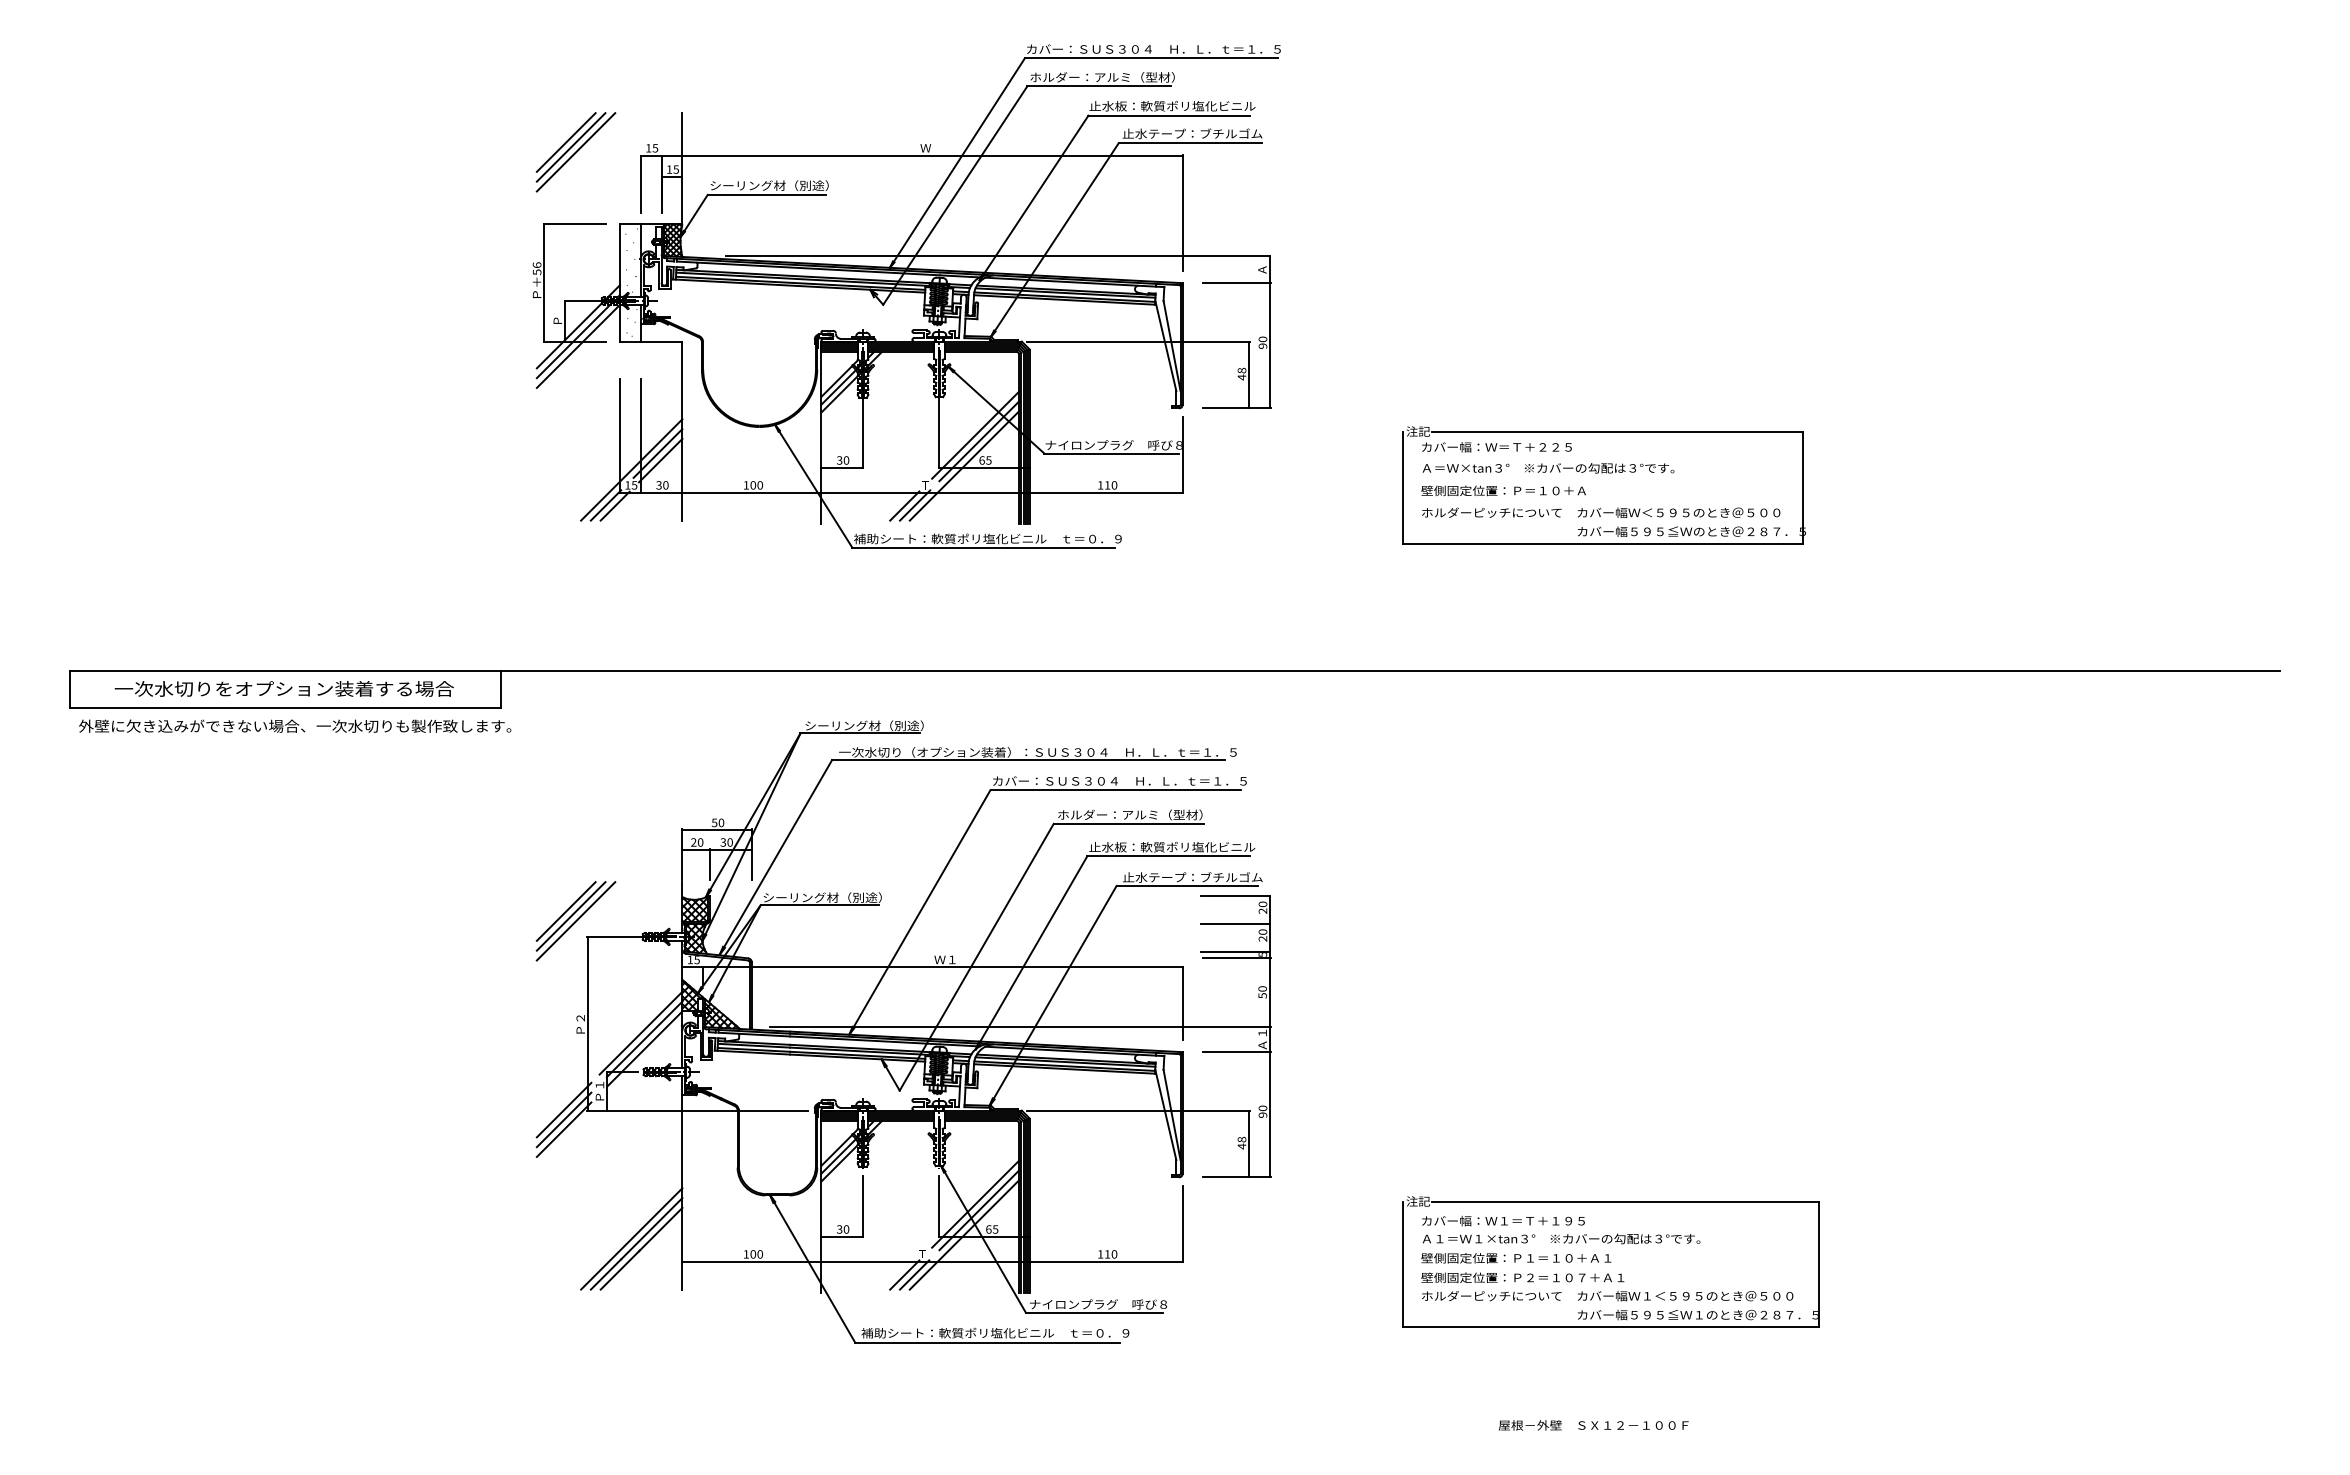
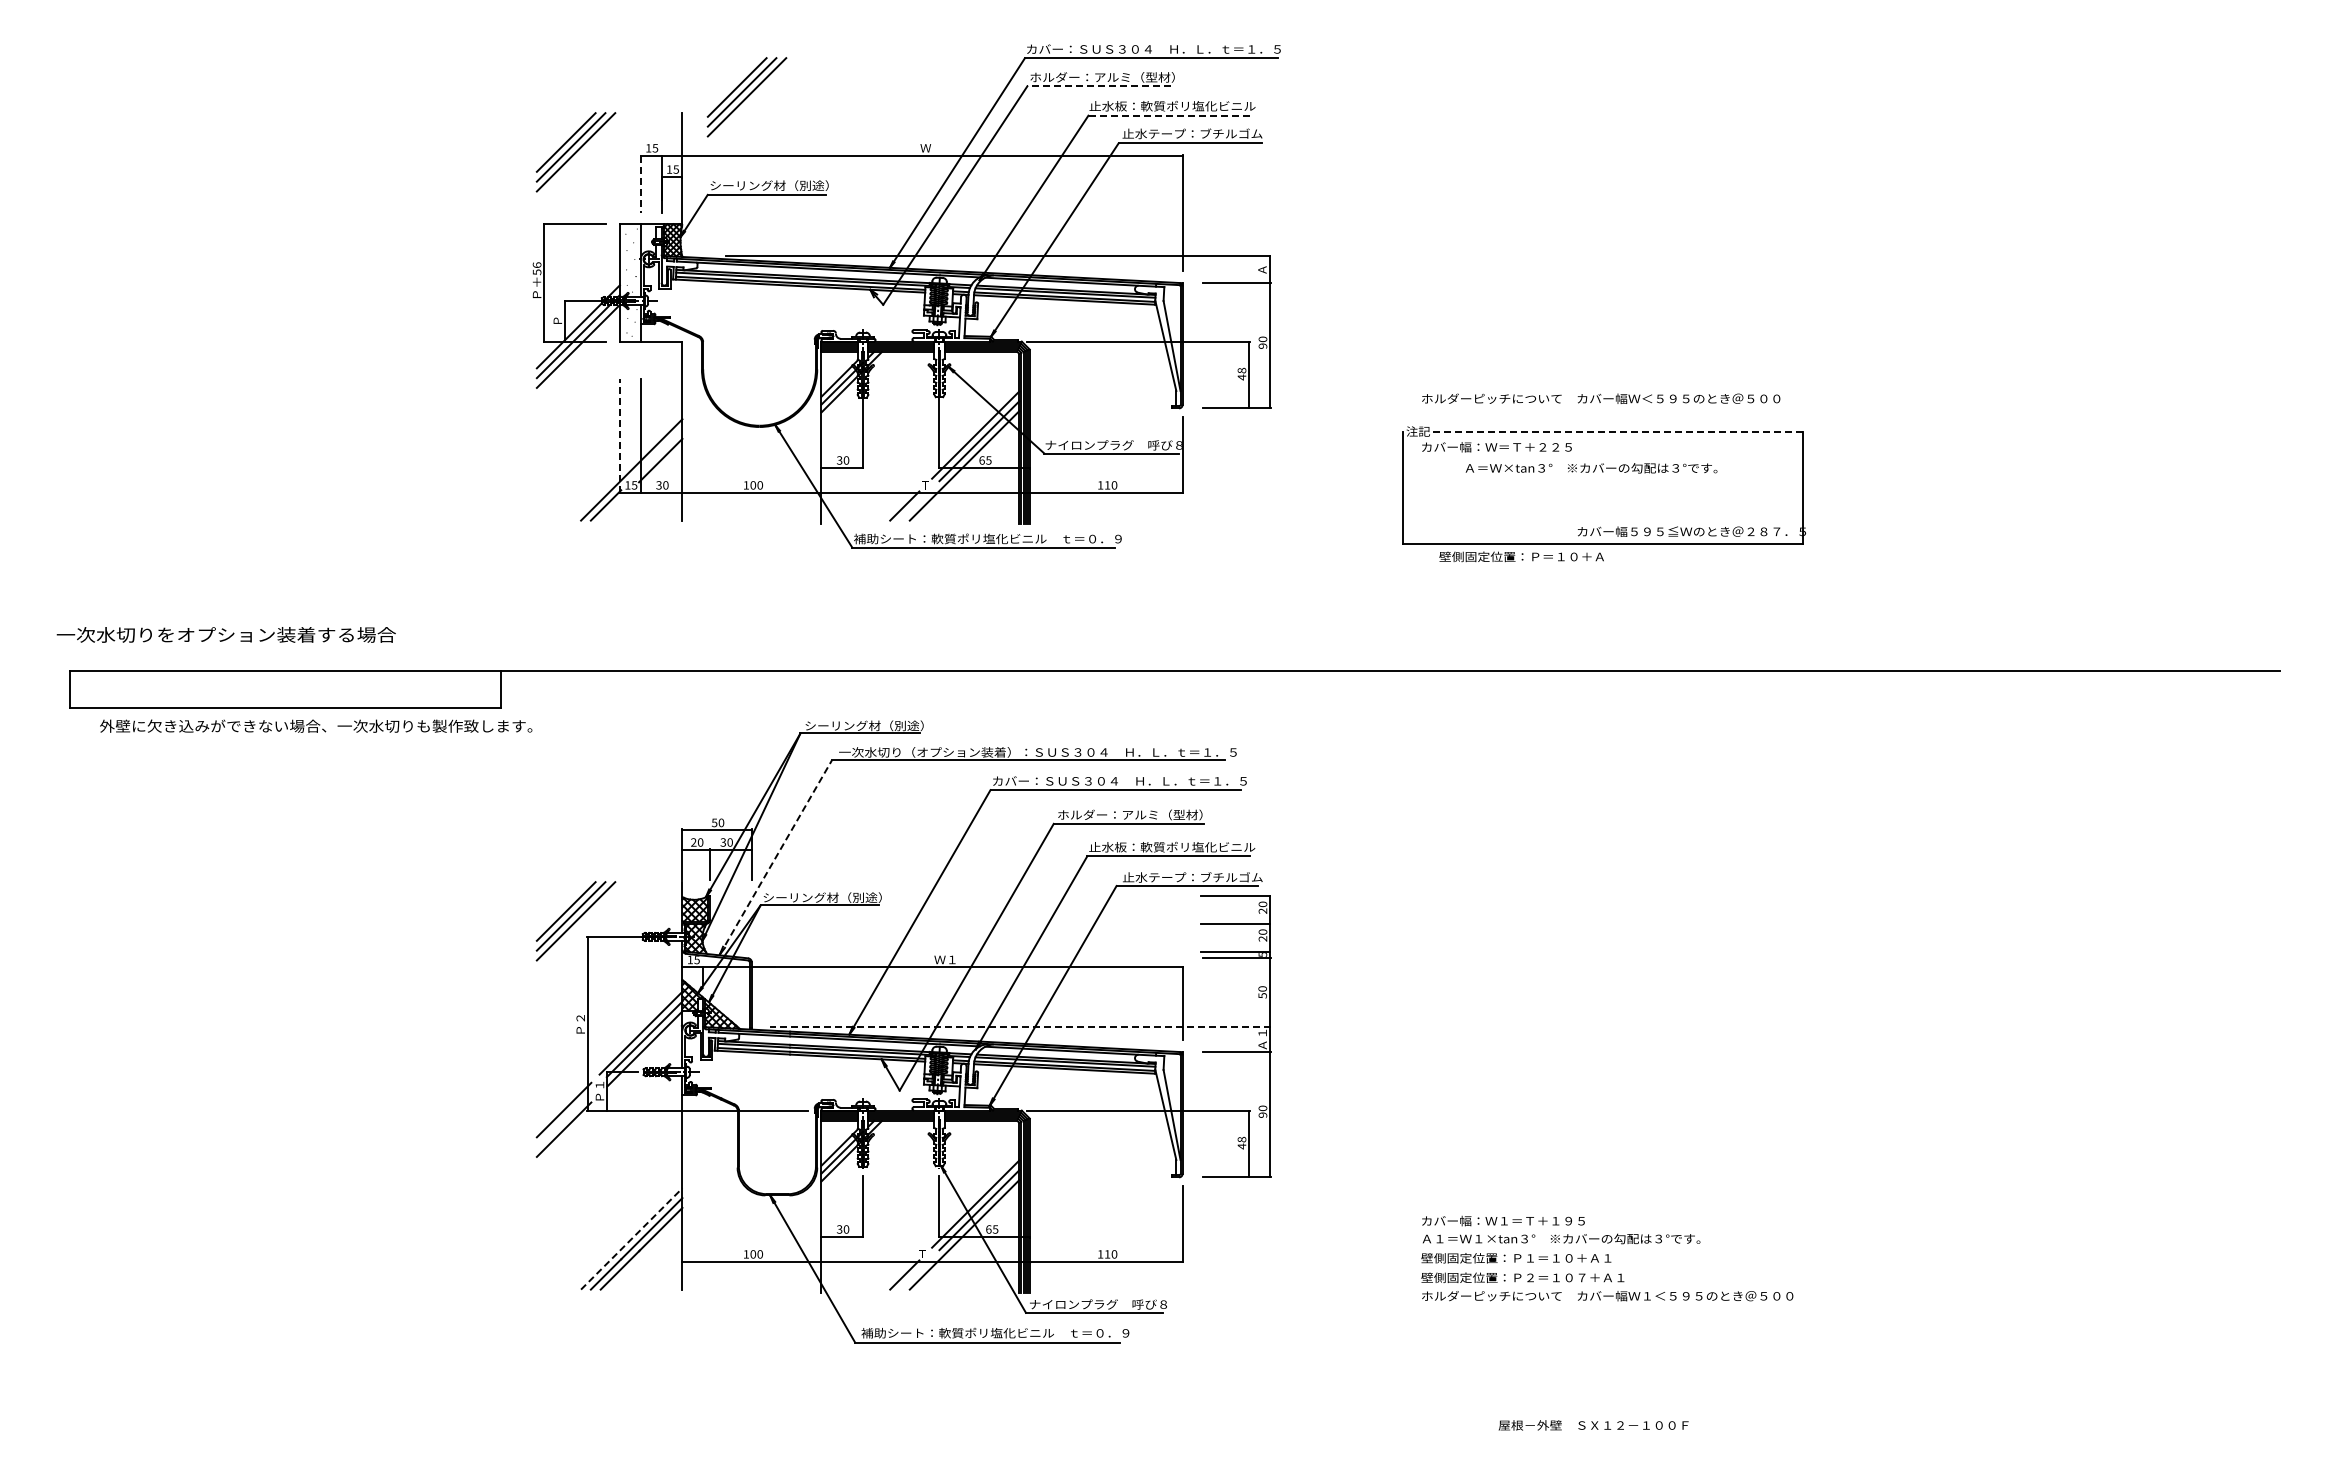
line at (1098, 86): solid -> dashed
part at (746, 97): none -> present
line at (1169, 115): solid -> dashed
line at (640, 184): solid -> dashed
line at (1616, 431): solid -> dashed
line at (619, 435): solid -> dashed
line at (657, 453): present -> none
text at (1548, 468) position: (1548, 468) -> (1591, 468)
text at (1503, 490) position: (1503, 490) -> (1521, 556)
line at (614, 505): present -> none
line at (915, 505): present -> none
text at (1601, 512) position: (1601, 512) -> (1601, 398)
text at (283, 688) position: (283, 688) -> (225, 634)
text at (295, 725) position: (295, 725) -> (316, 725)
line at (776, 856): solid -> dashed
line at (1020, 1027): solid -> dashed
line at (563, 1119): present -> none
line at (631, 1238): solid -> dashed
line at (914, 1274): present -> none
part at (1617, 1310): present -> none
